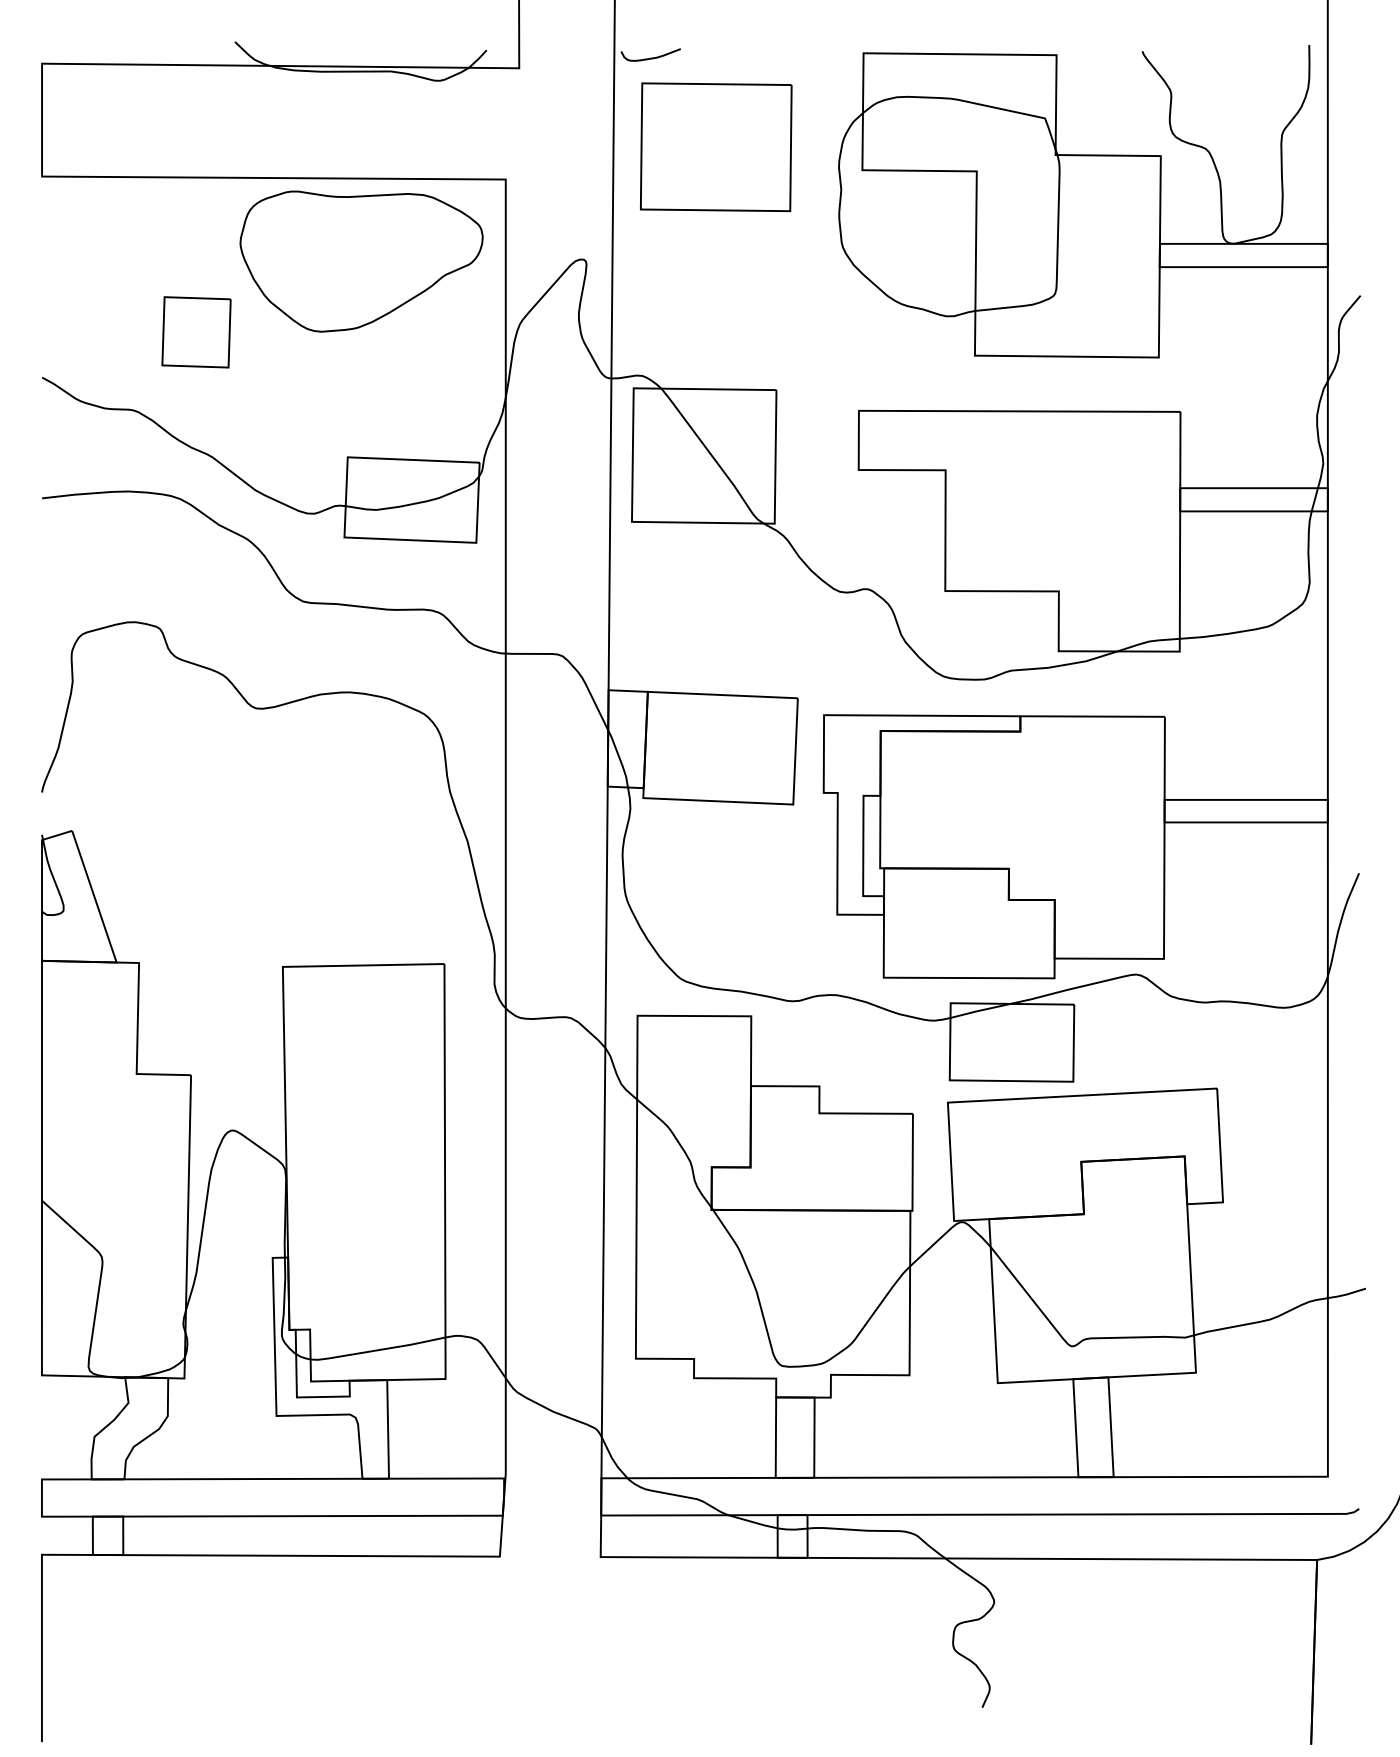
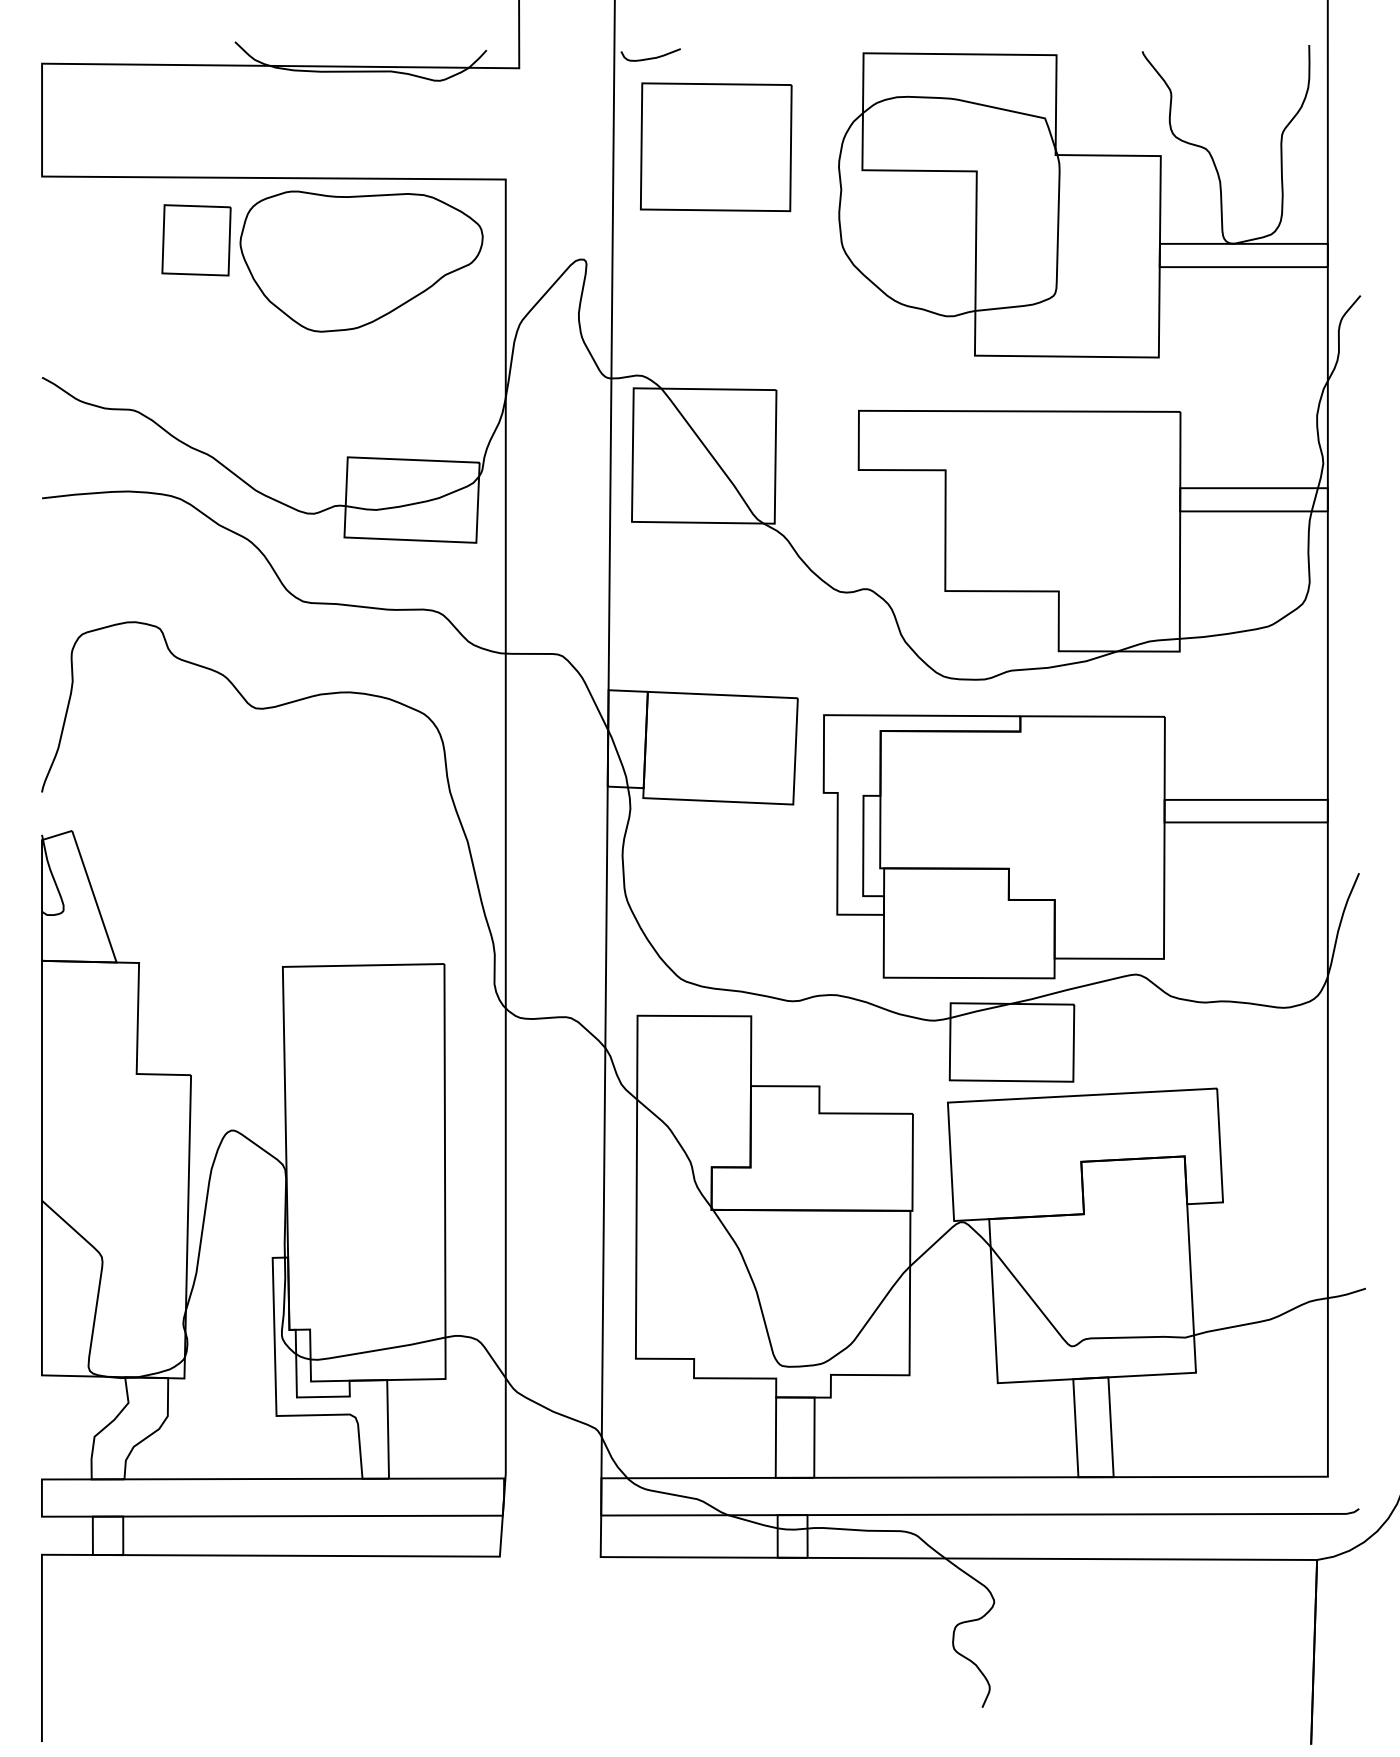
part at (196, 332) position: (196, 332) -> (196, 240)
